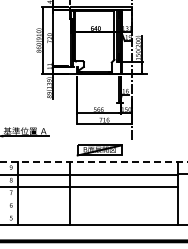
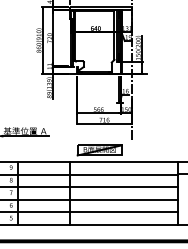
line at (94, 161): dashed -> solid
line at (89, 199): none -> present
line at (89, 212): none -> present
